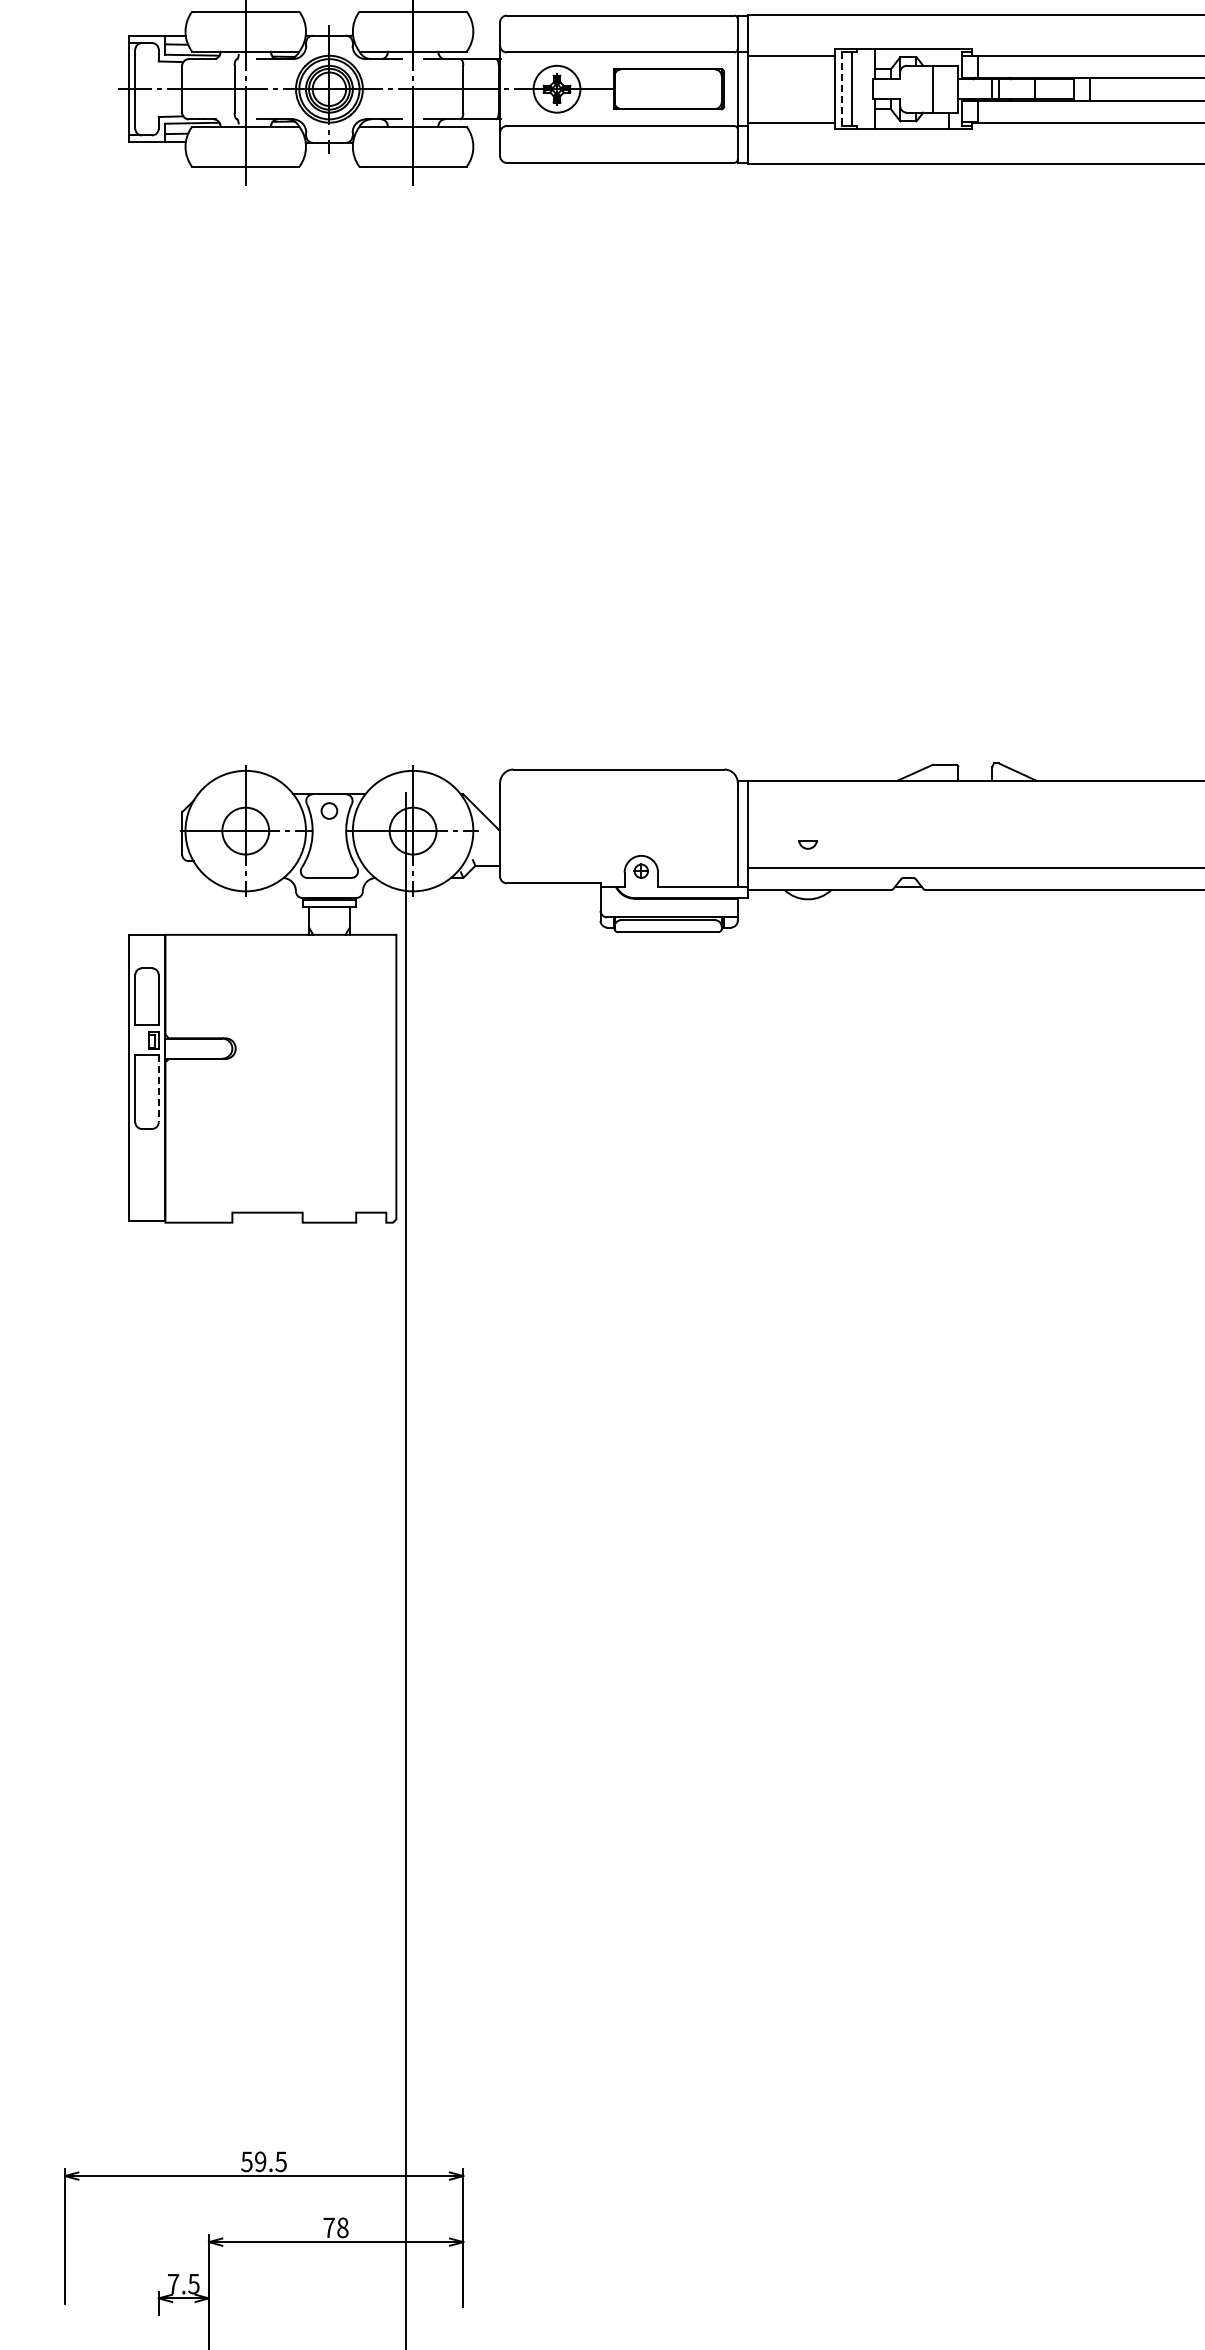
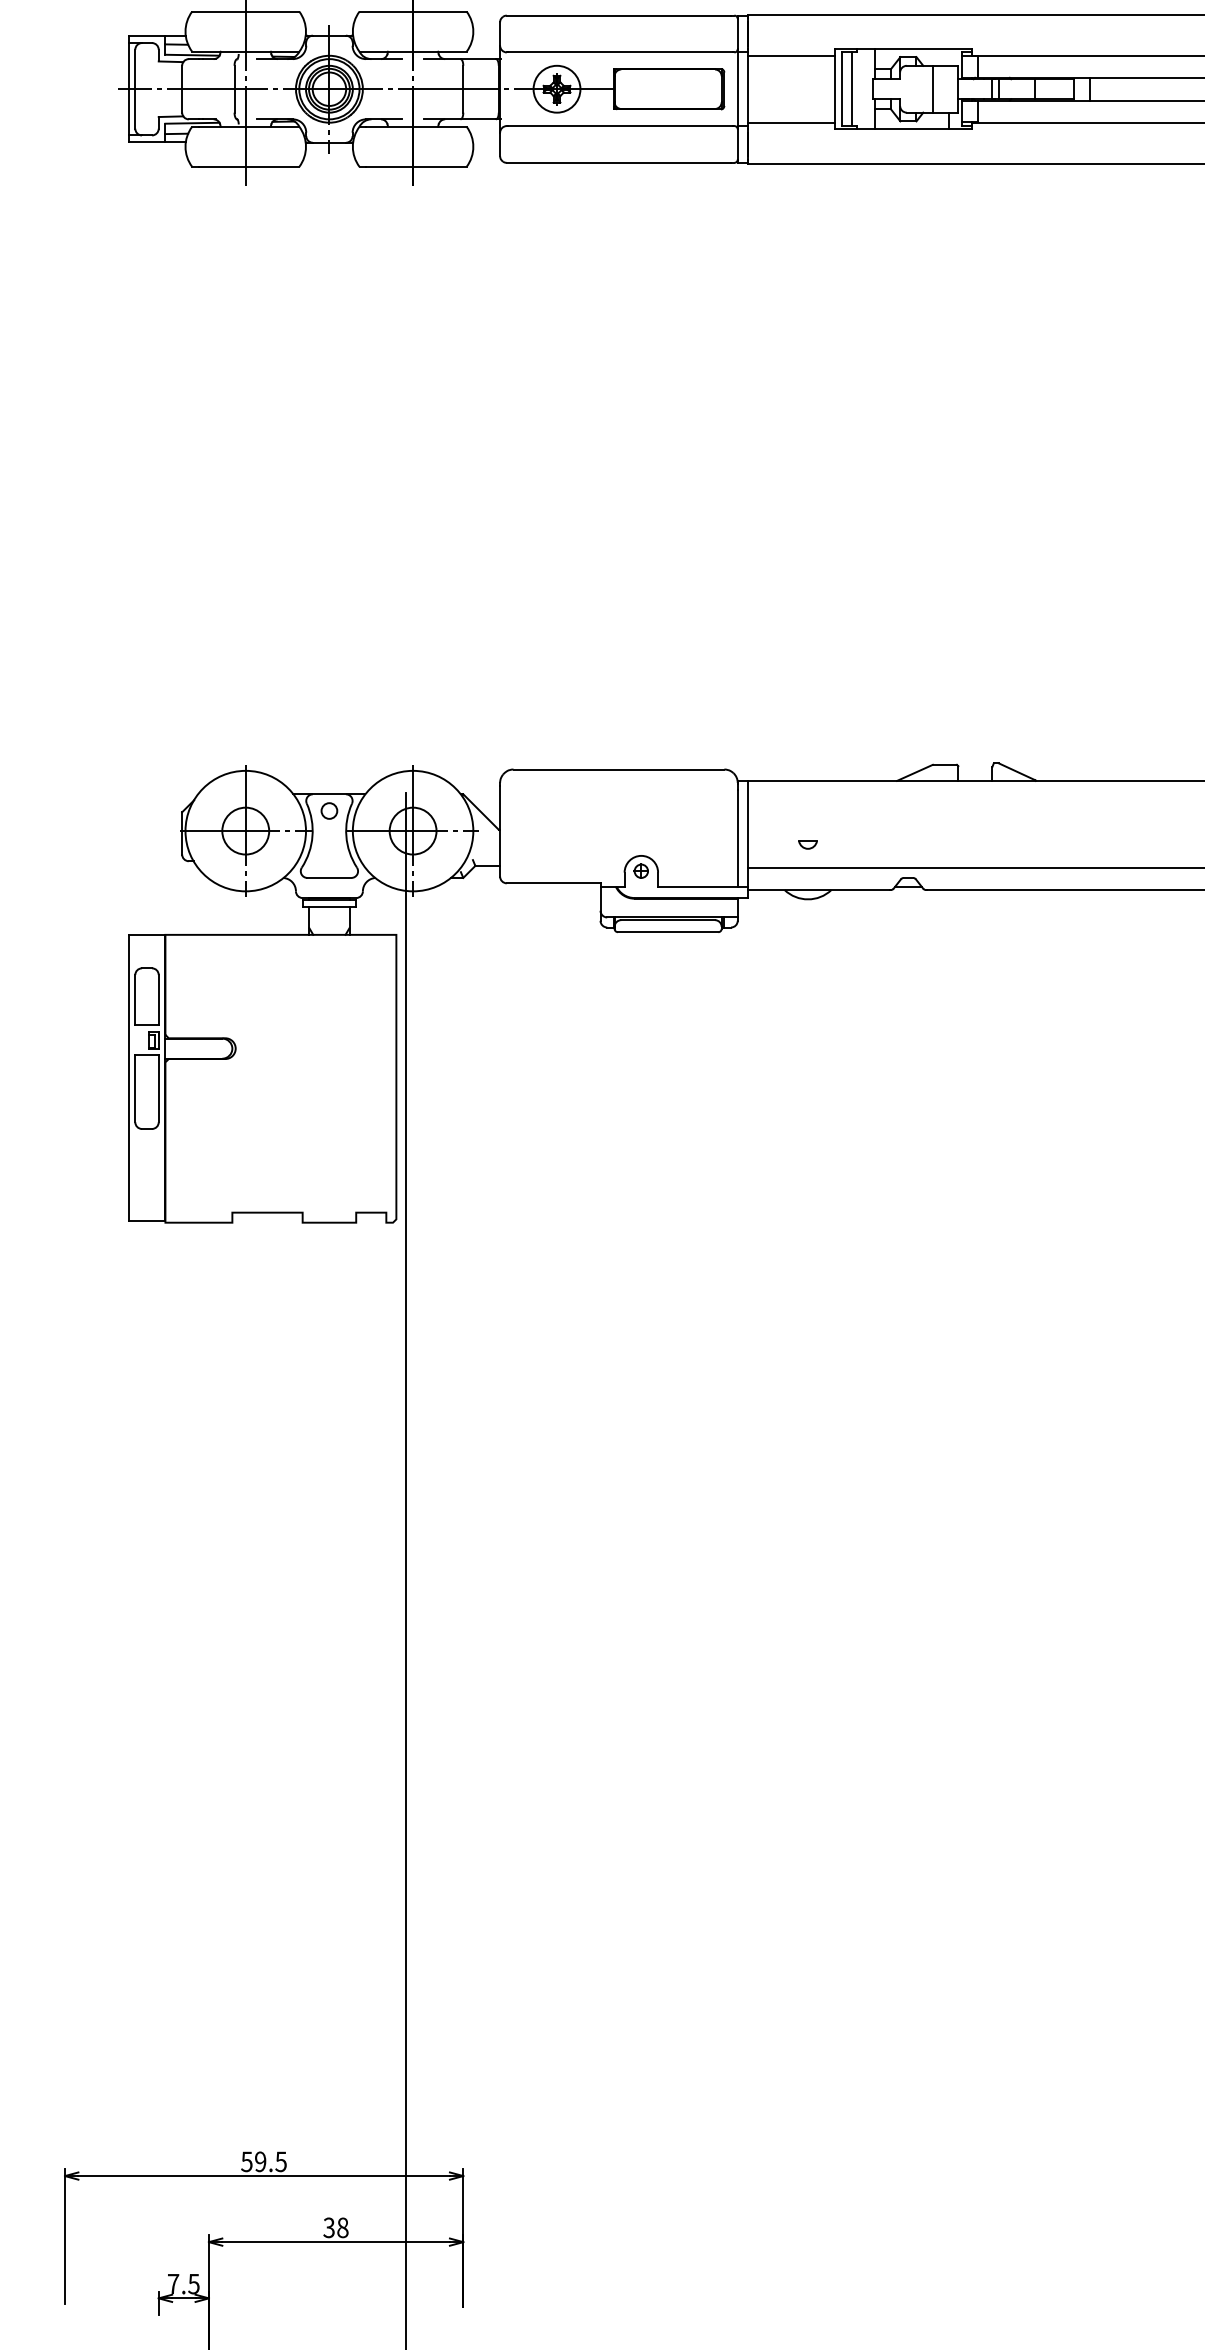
line at (841, 89): dashed -> solid
line at (158, 1089): dashed -> solid
text at (328, 2227): 78 -> 38
